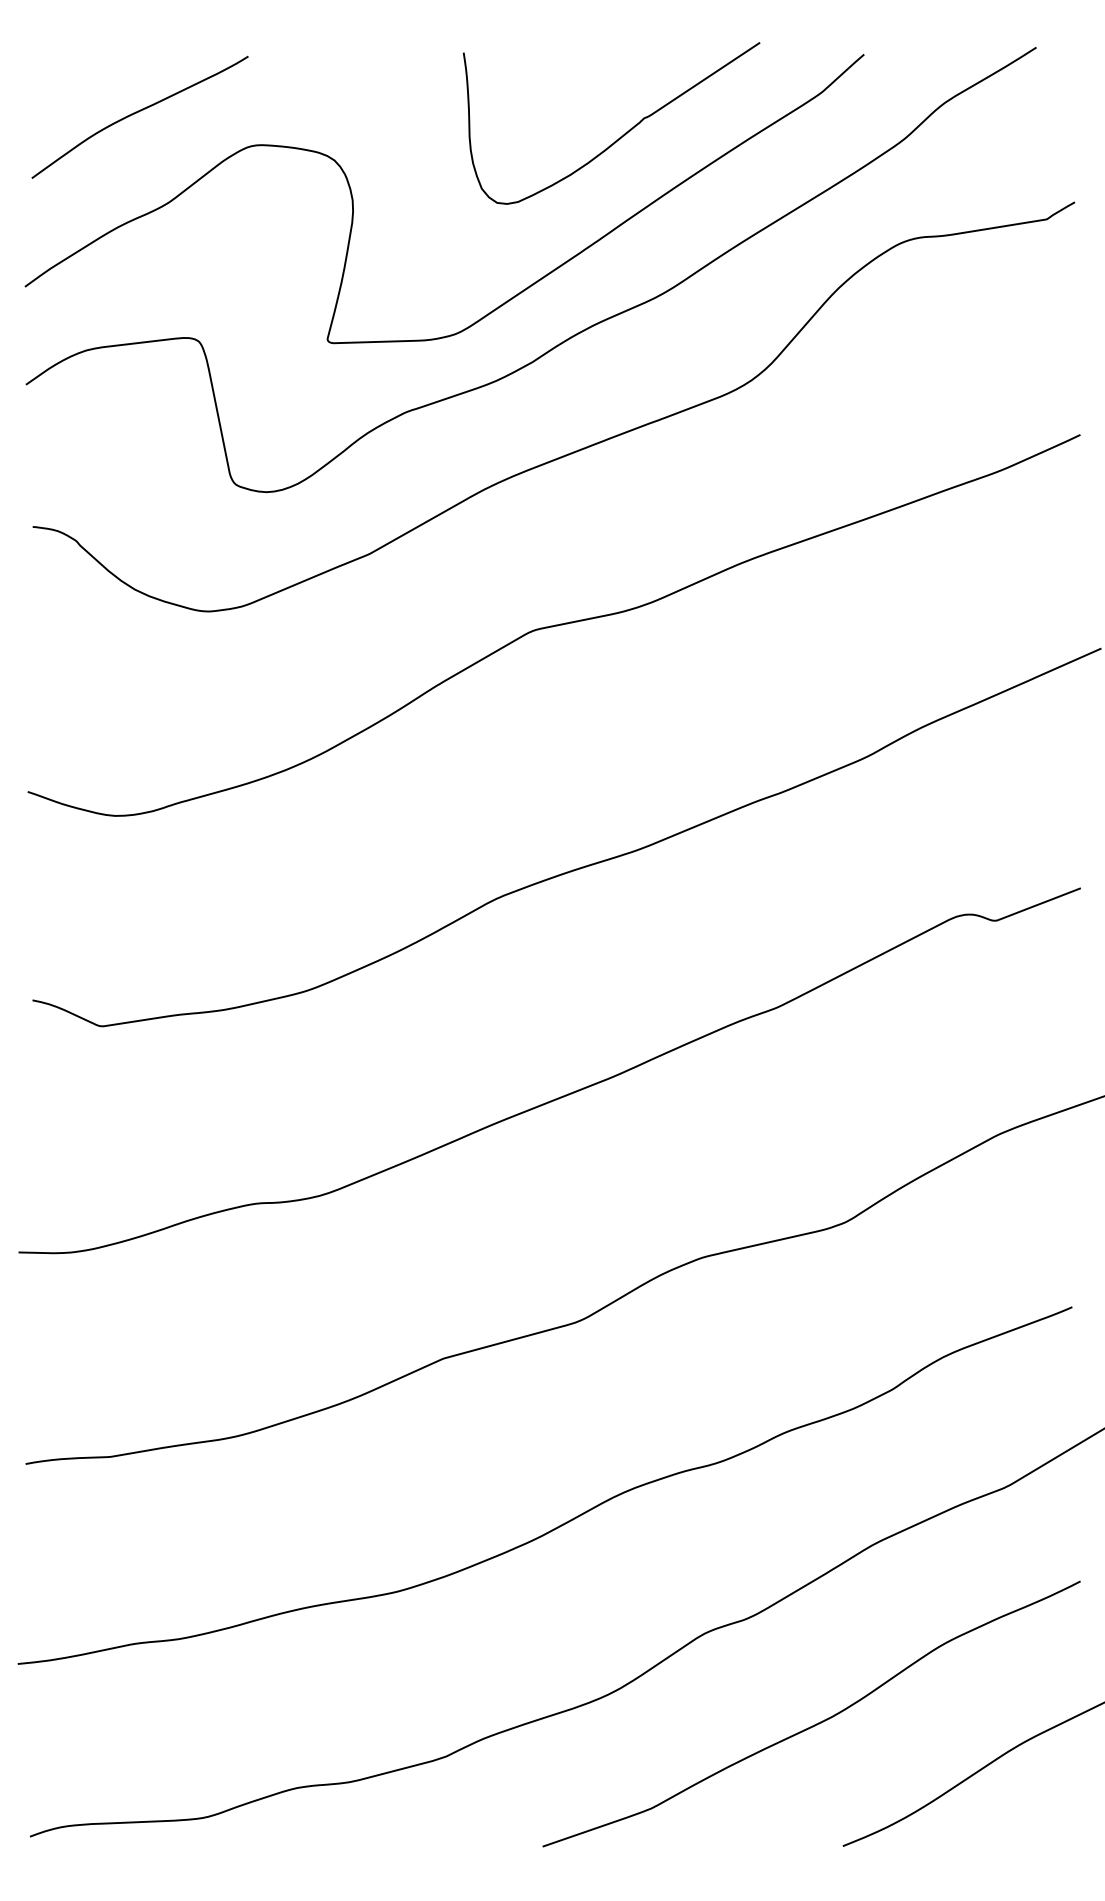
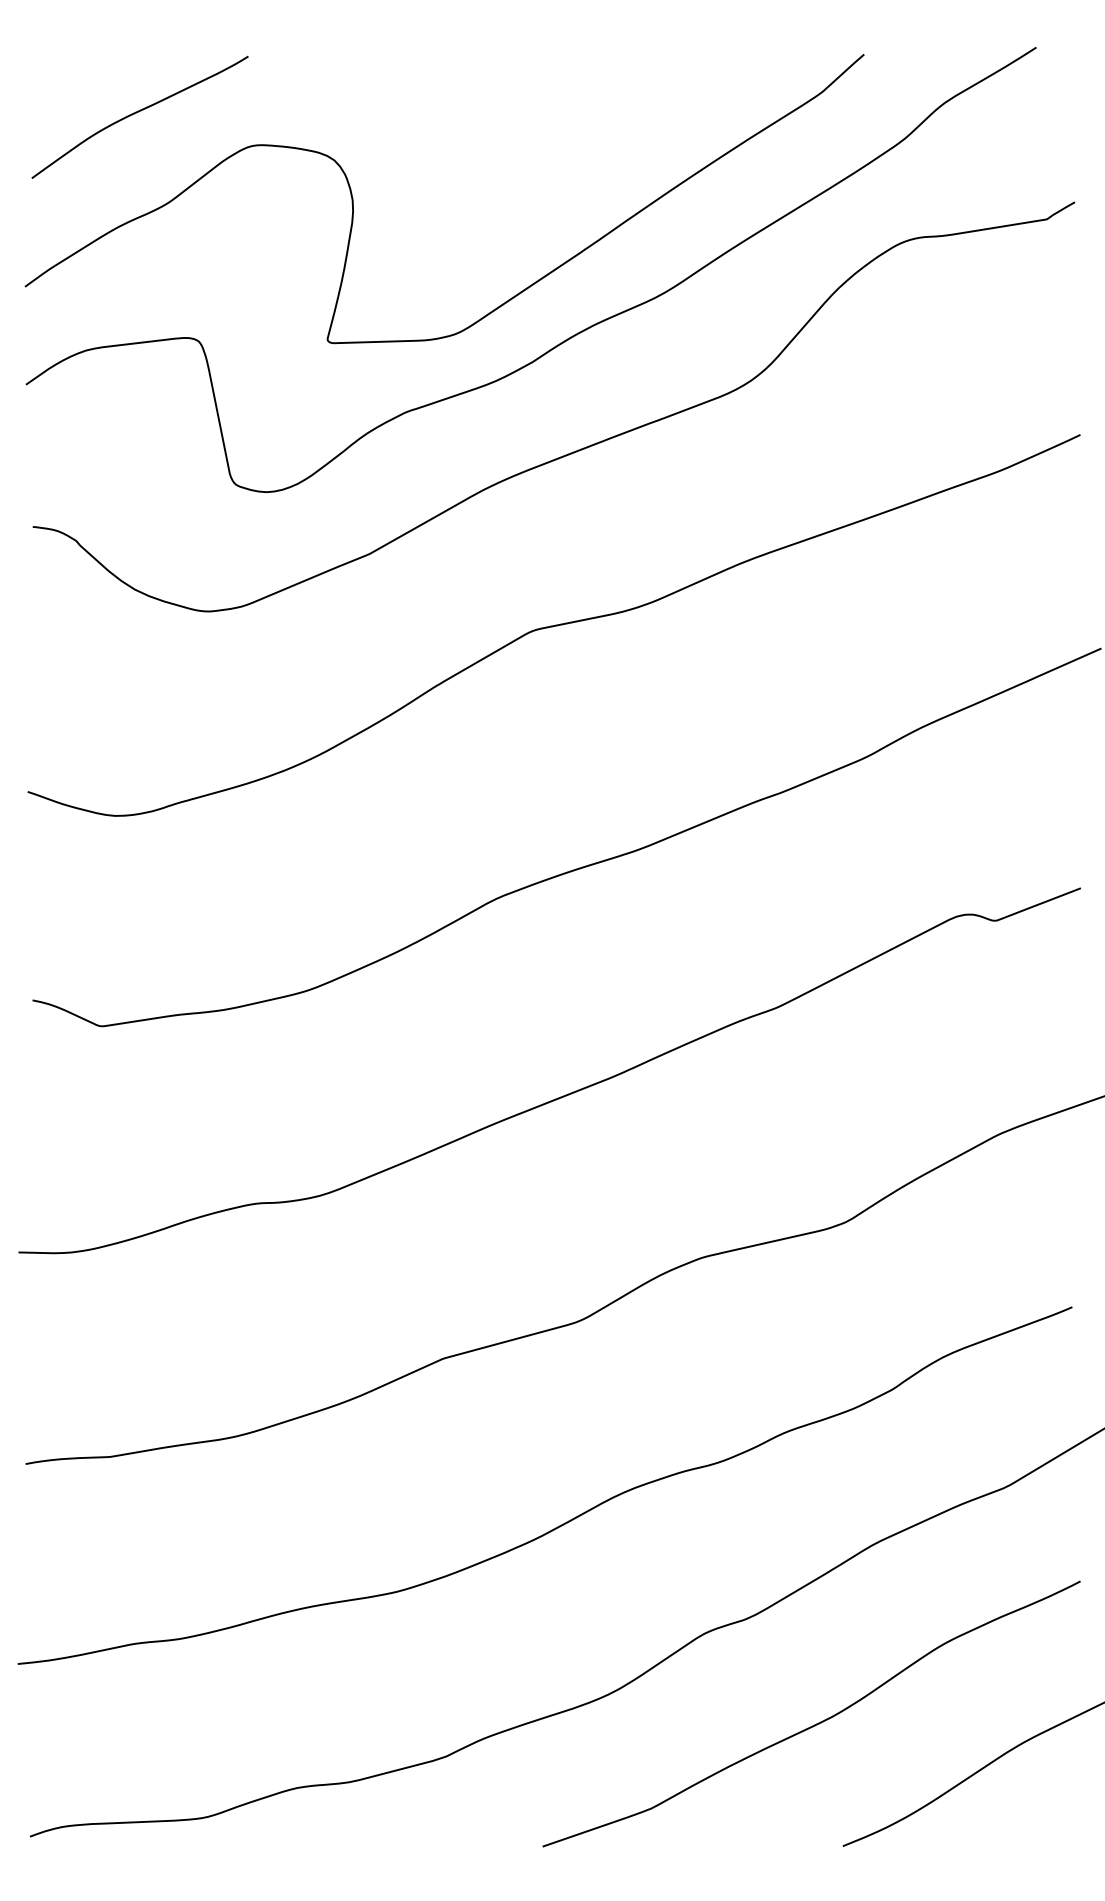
curve at (620, 136): present -> none
